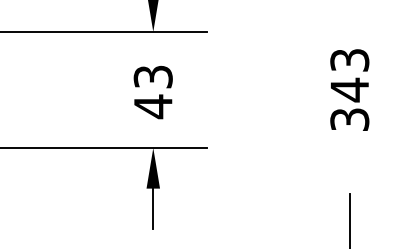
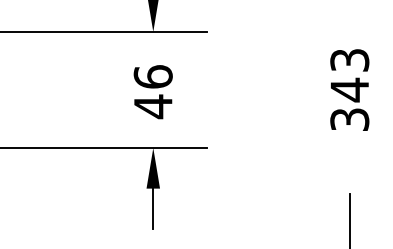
text at (152, 76): 43 -> 46
